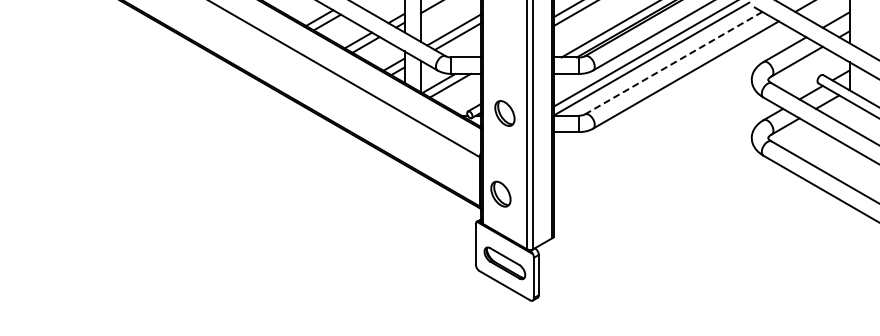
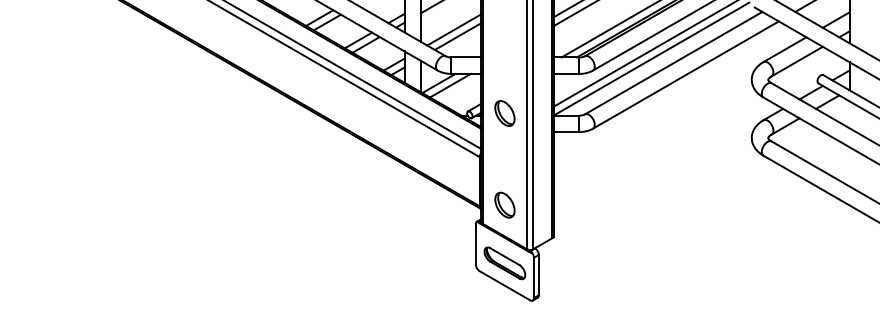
line at (673, 63): dashed -> solid
line at (354, 75): none -> present
part at (500, 193) position: (500, 193) -> (504, 204)
